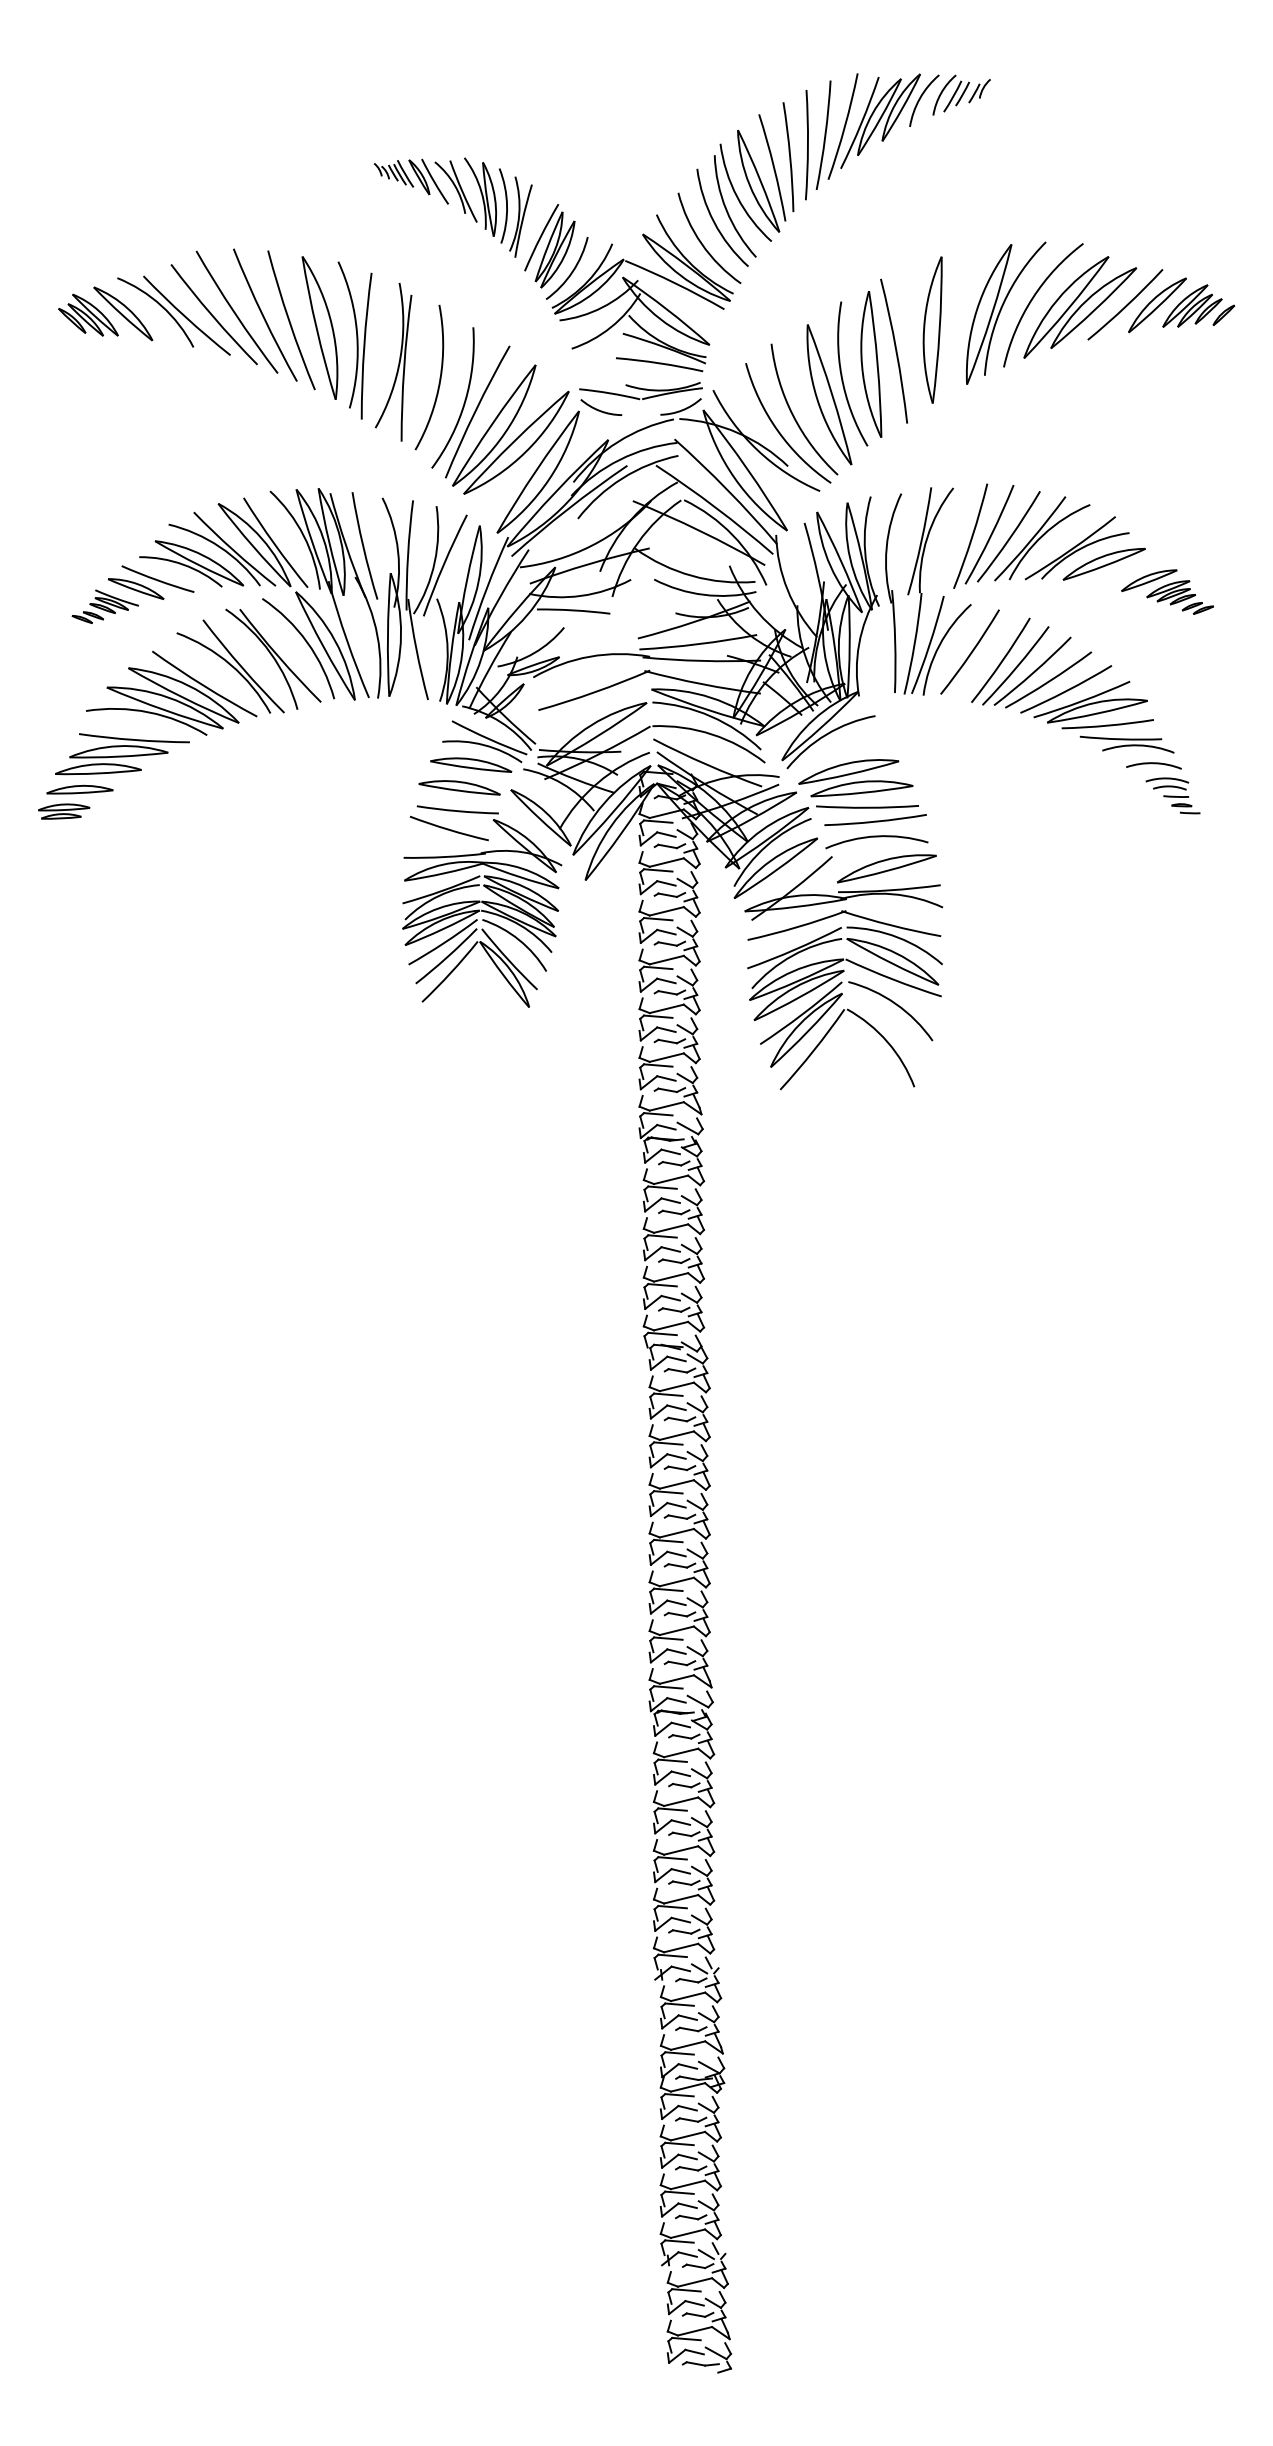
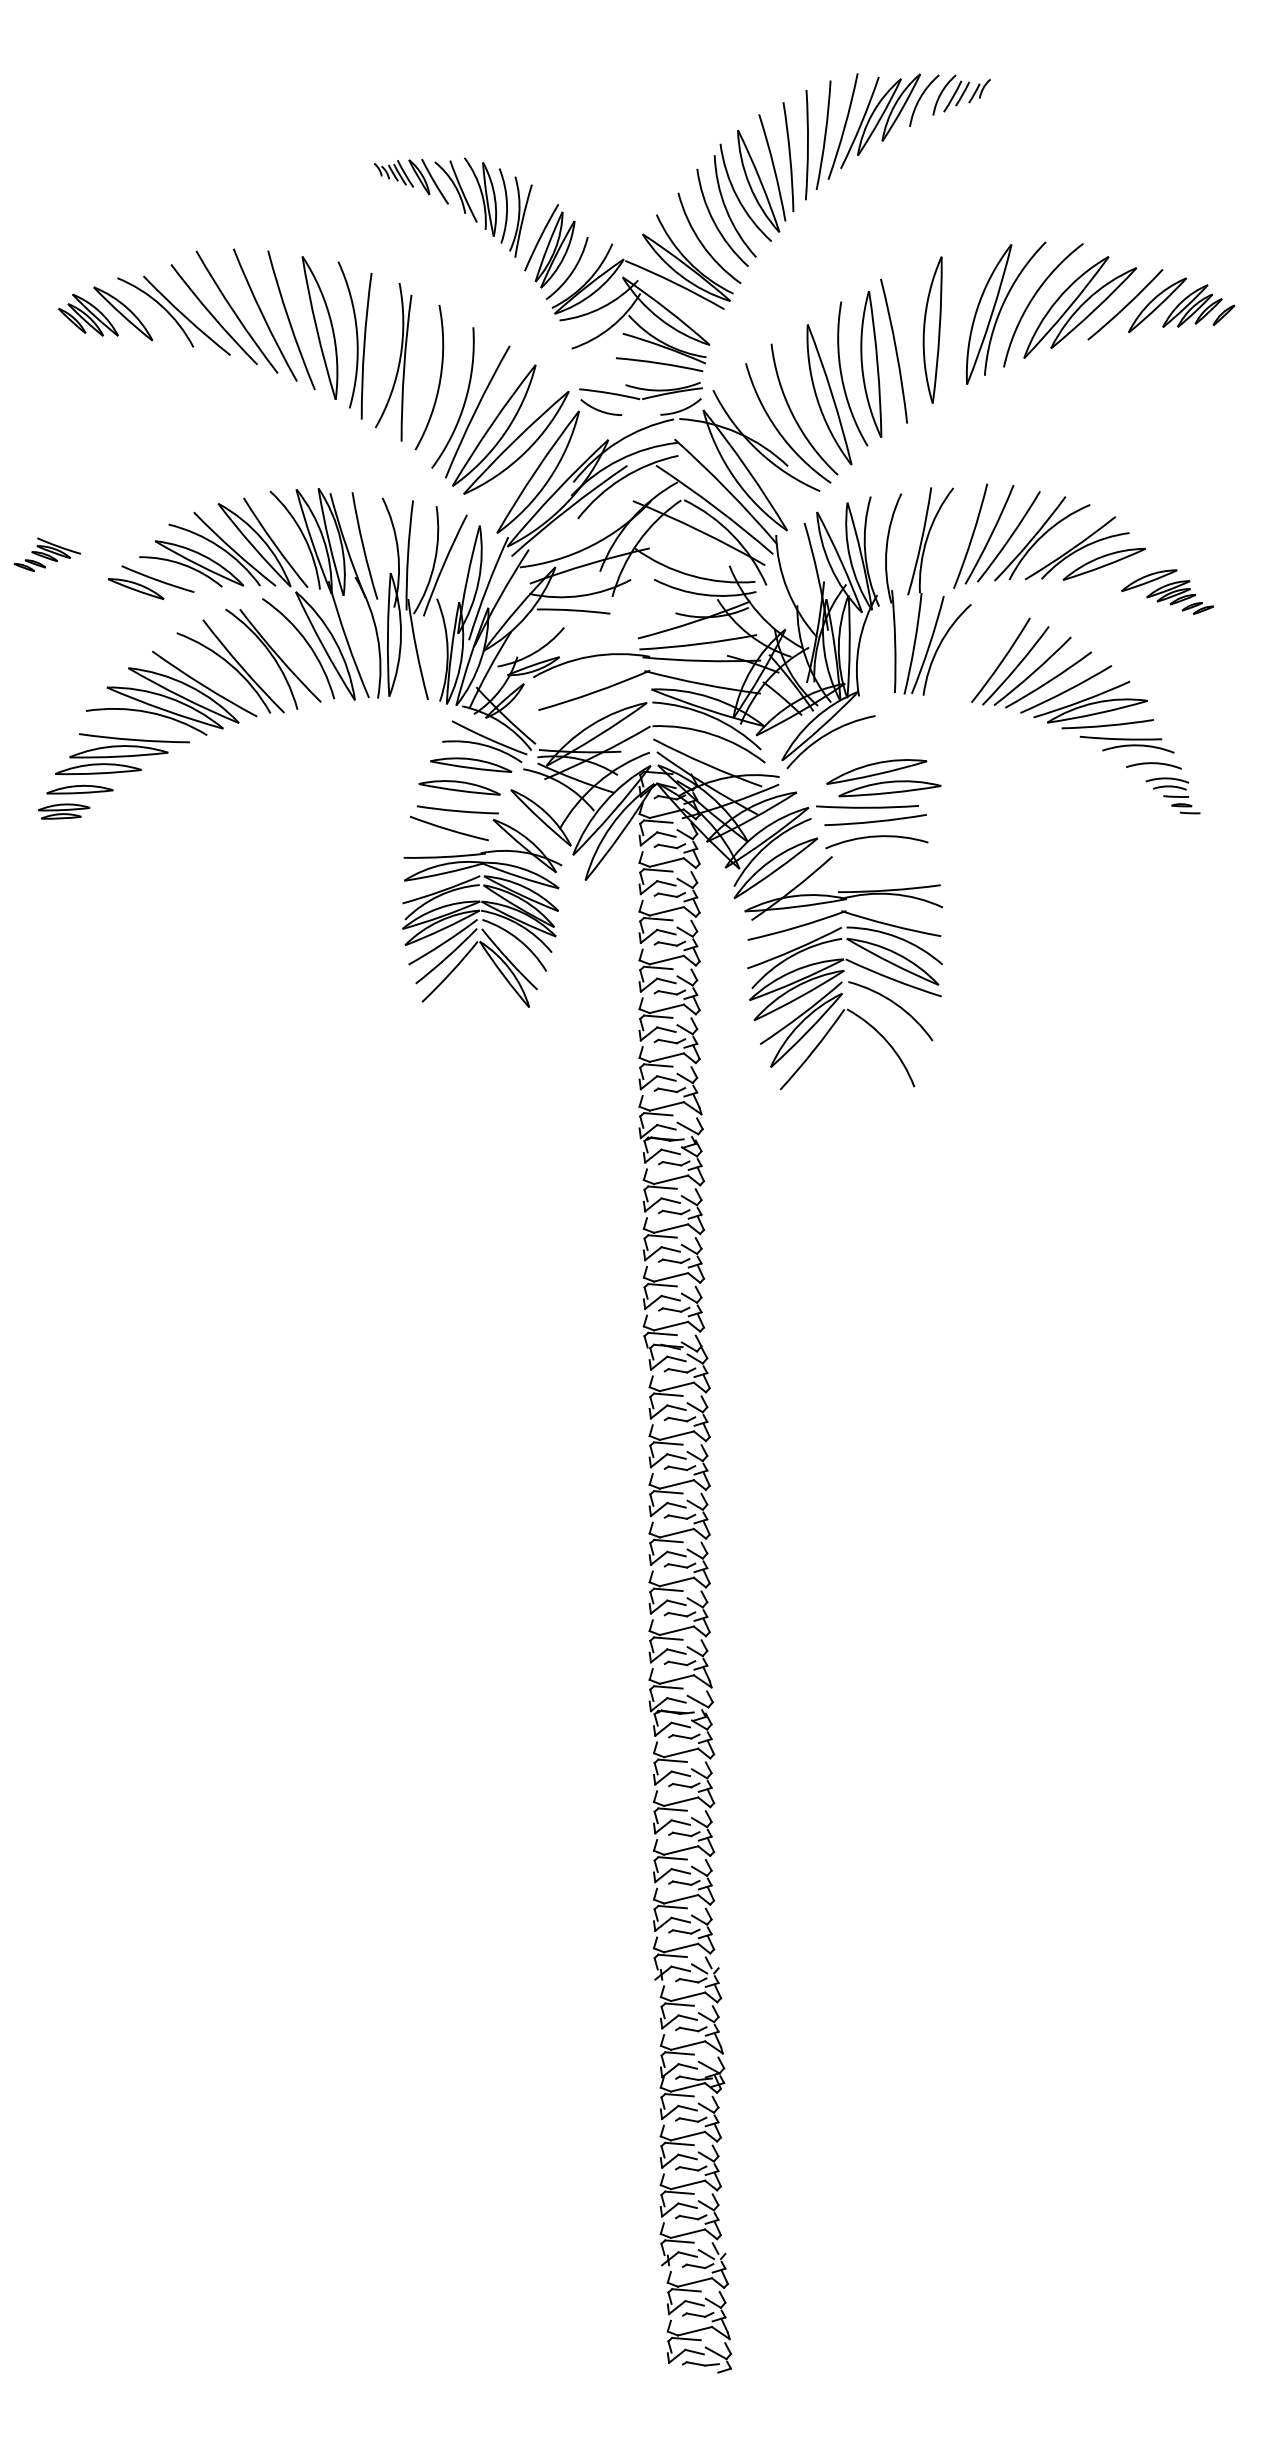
part at (104, 606) position: (104, 606) -> (46, 554)
arc at (970, 652): present -> none
part at (855, 778) position: (855, 778) -> (883, 778)
part at (886, 868): present -> none
